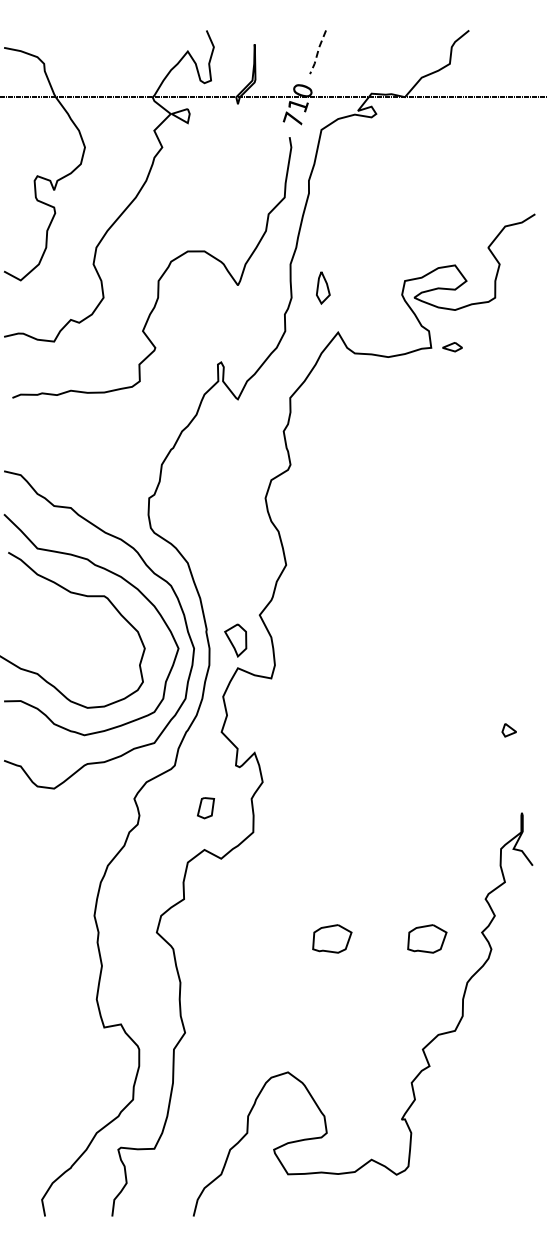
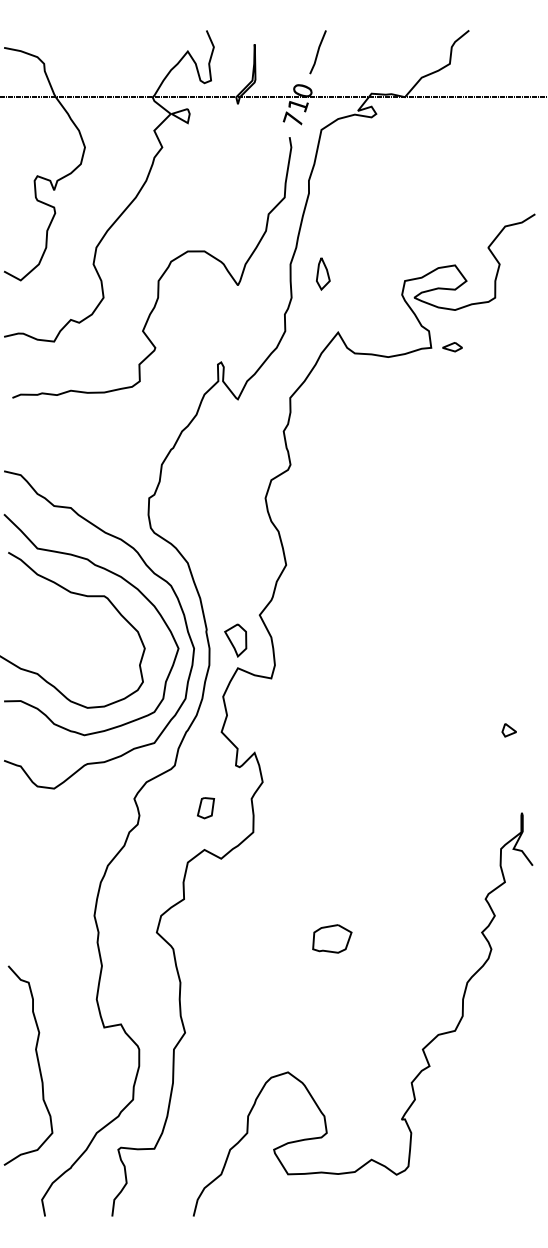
line at (317, 52): dashed -> solid
part at (323, 287) position: (323, 287) -> (323, 273)
part at (427, 938): present -> none
curve at (37, 1063): none -> present
